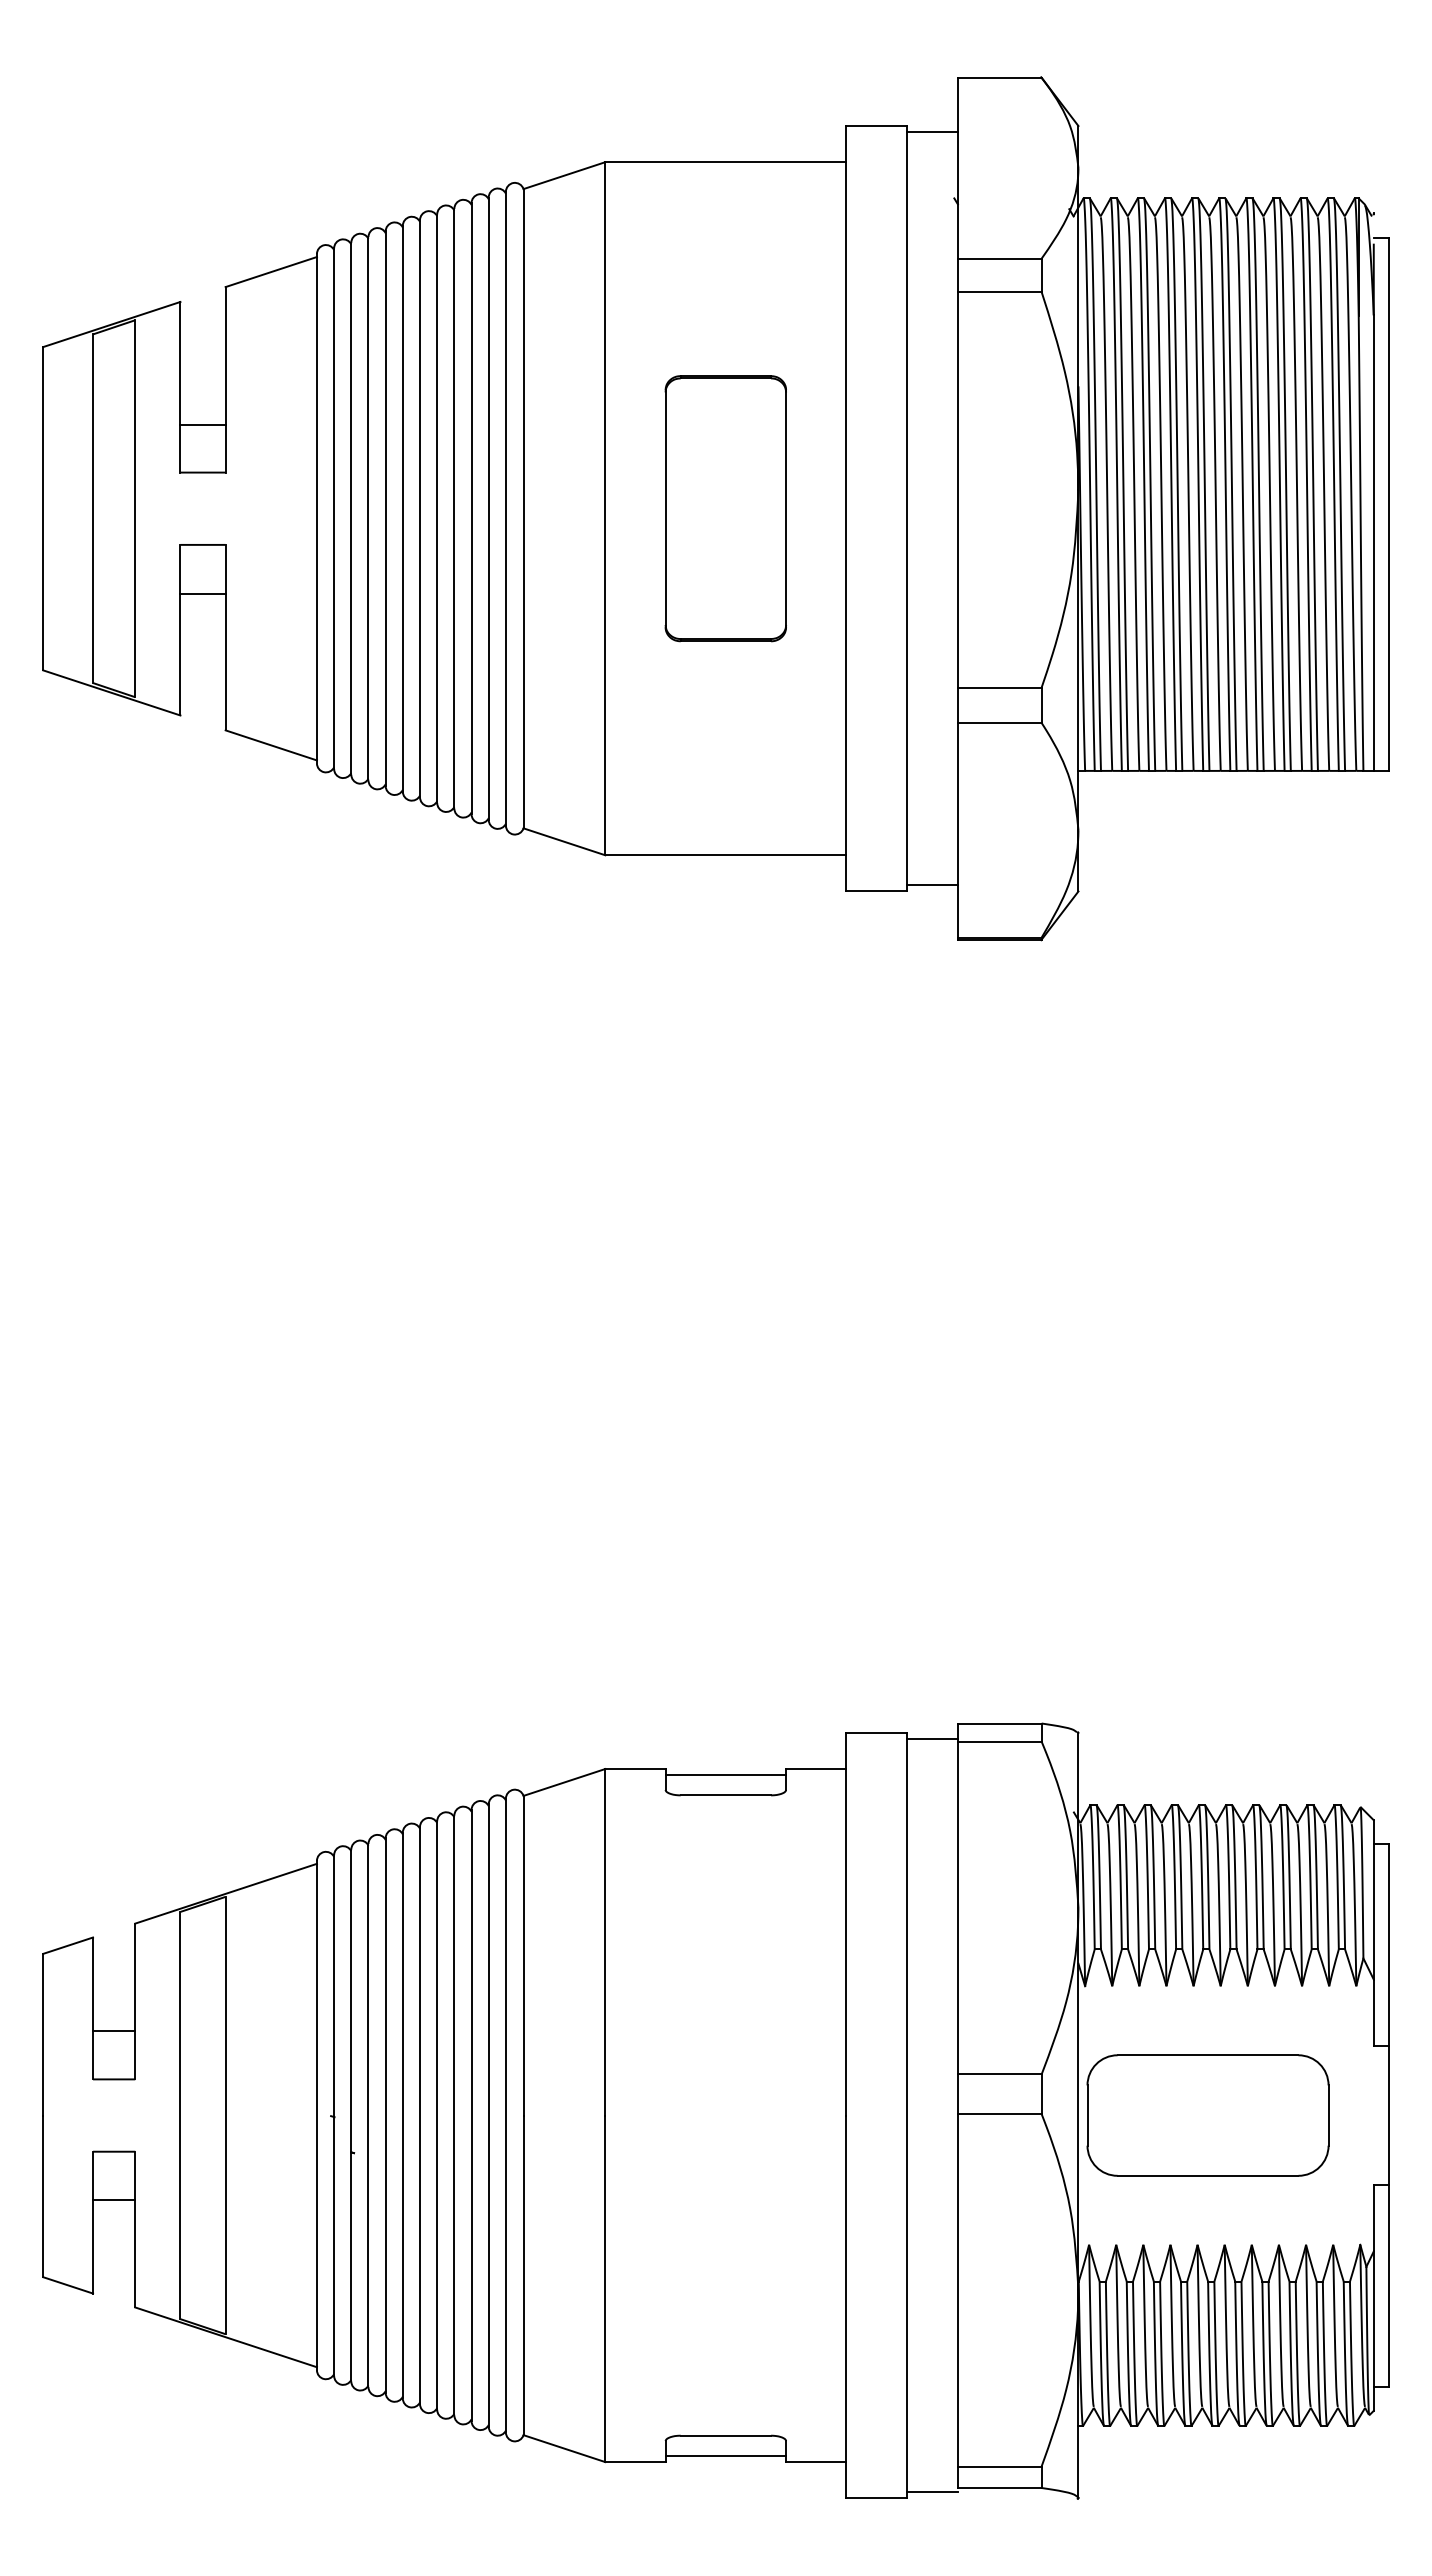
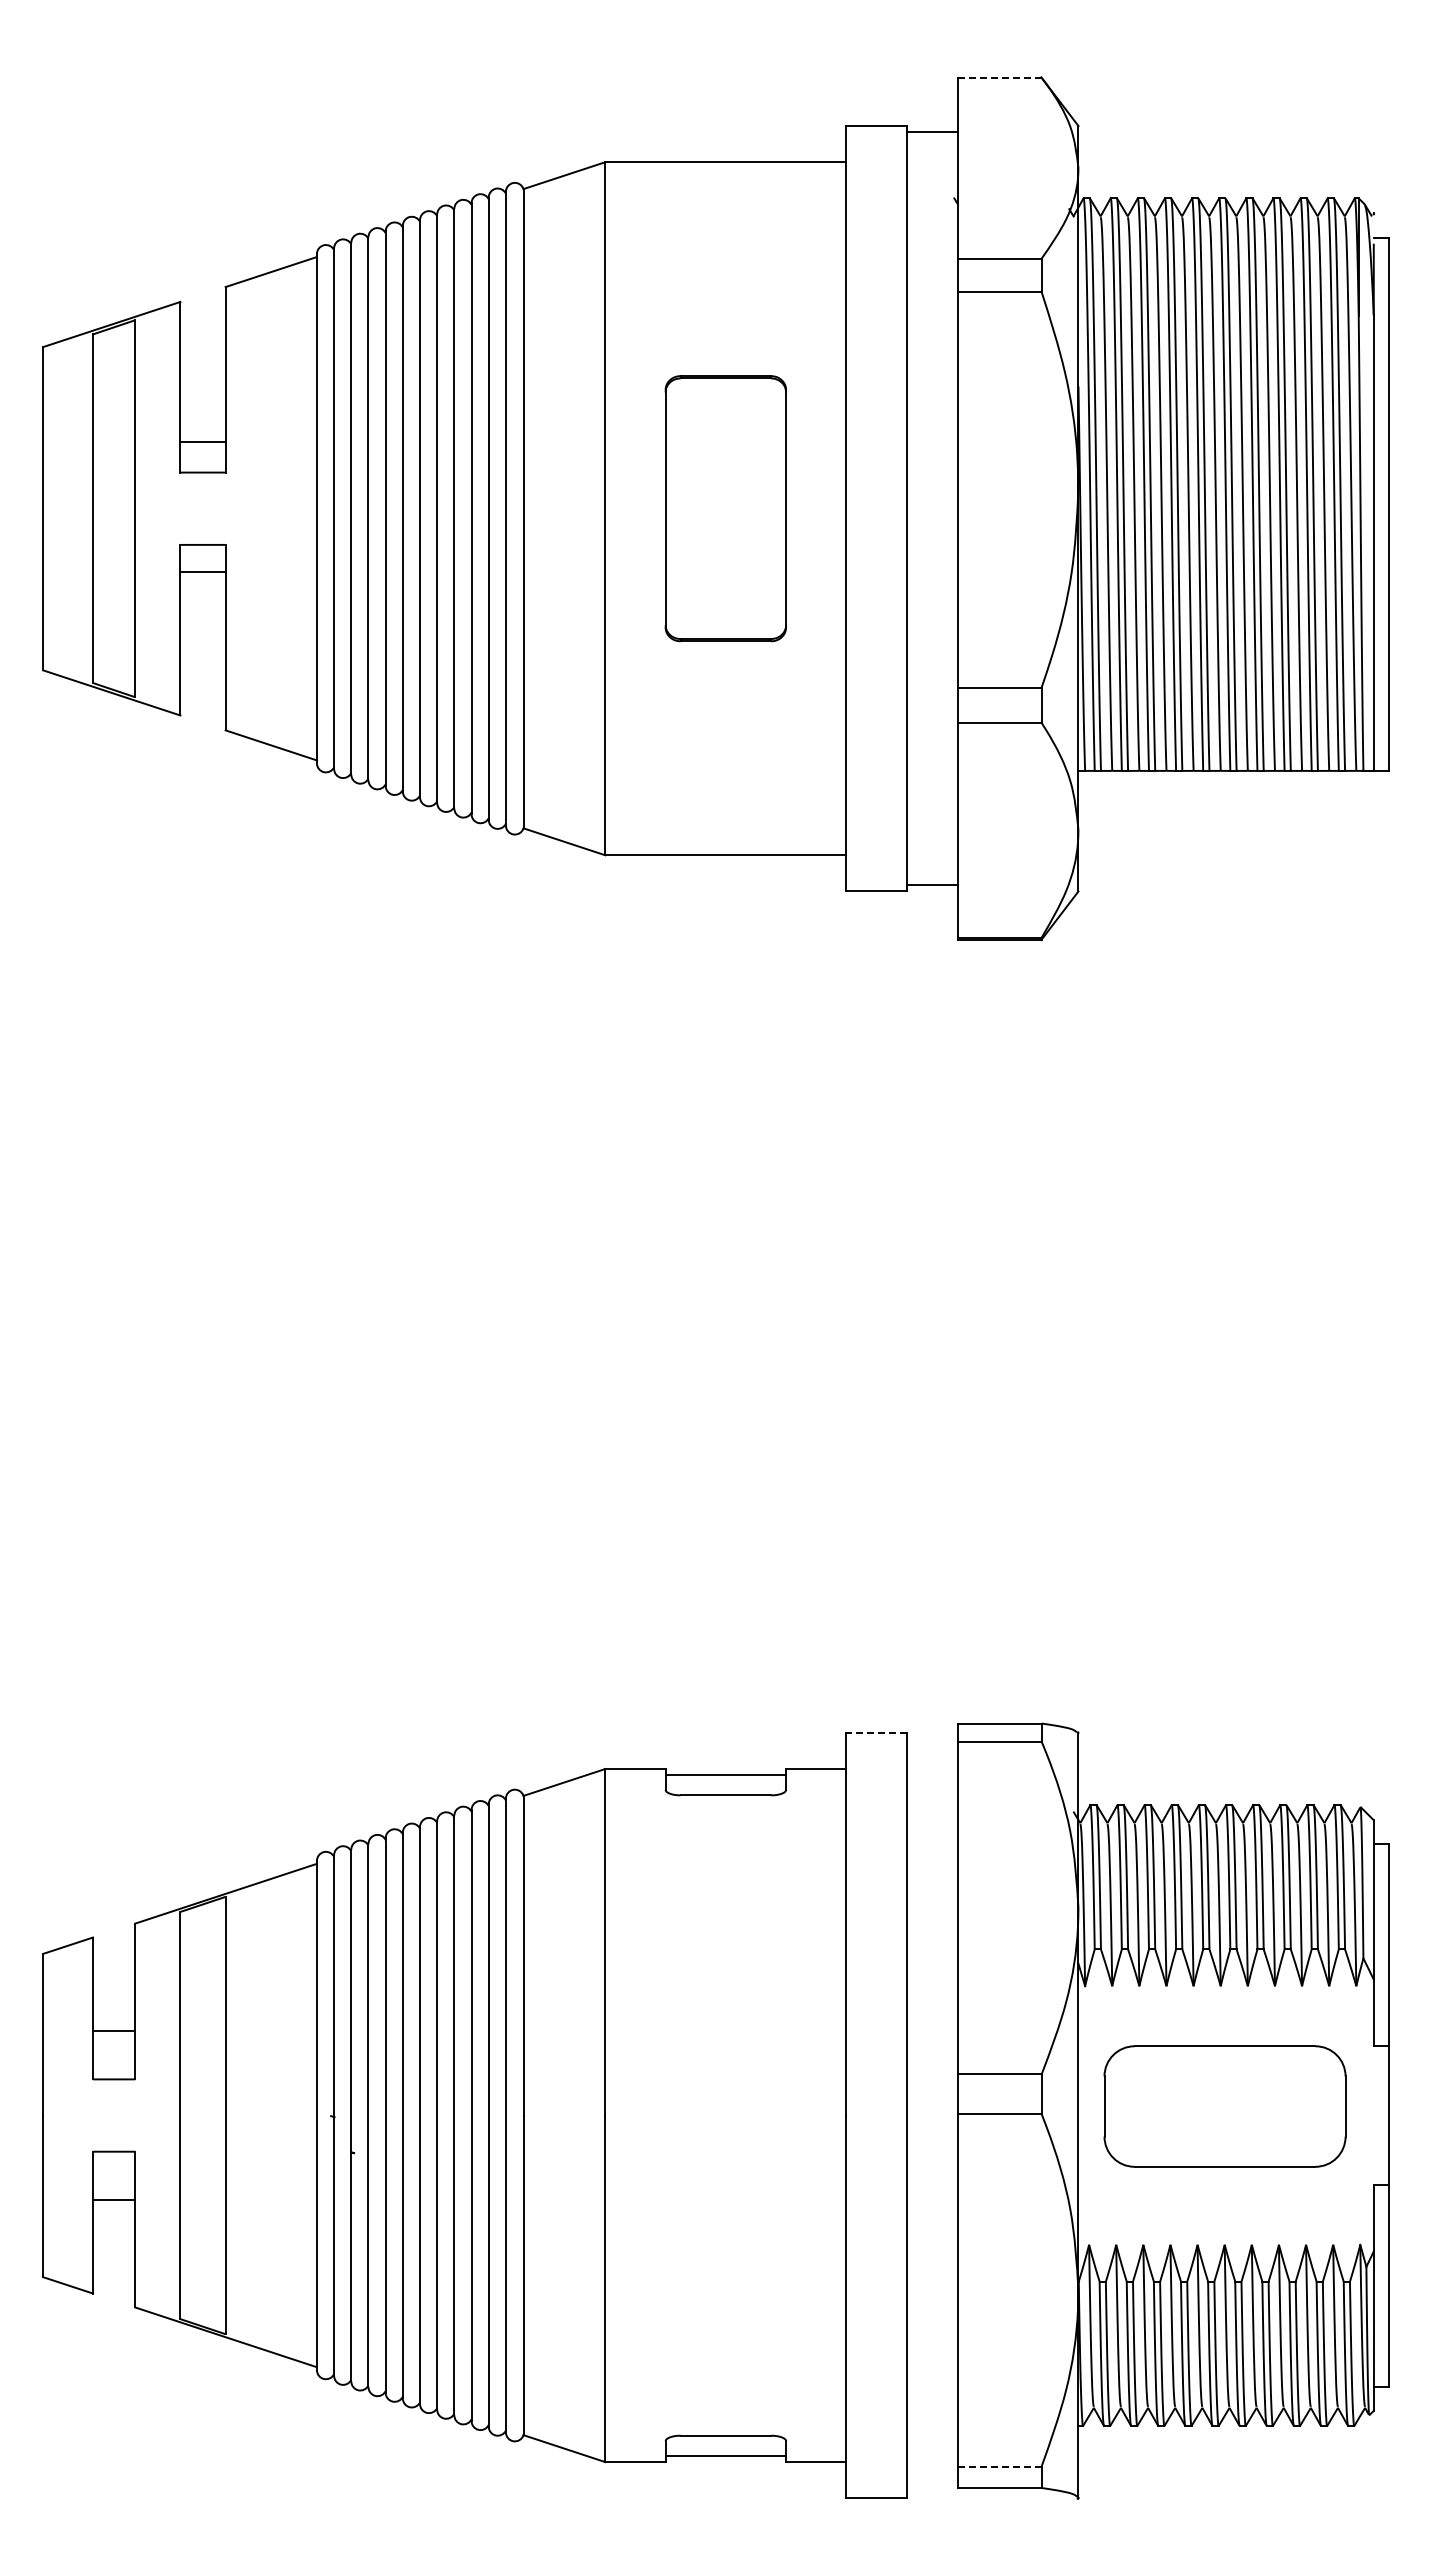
line at (999, 77): solid -> dashed
line at (202, 425) position: (202, 425) -> (202, 442)
line at (202, 594) position: (202, 594) -> (202, 572)
line at (876, 1732): solid -> dashed
line at (931, 1738): present -> none
part at (1207, 2115) position: (1207, 2115) -> (1224, 2106)
line at (999, 2466): solid -> dashed
line at (931, 2492): present -> none
